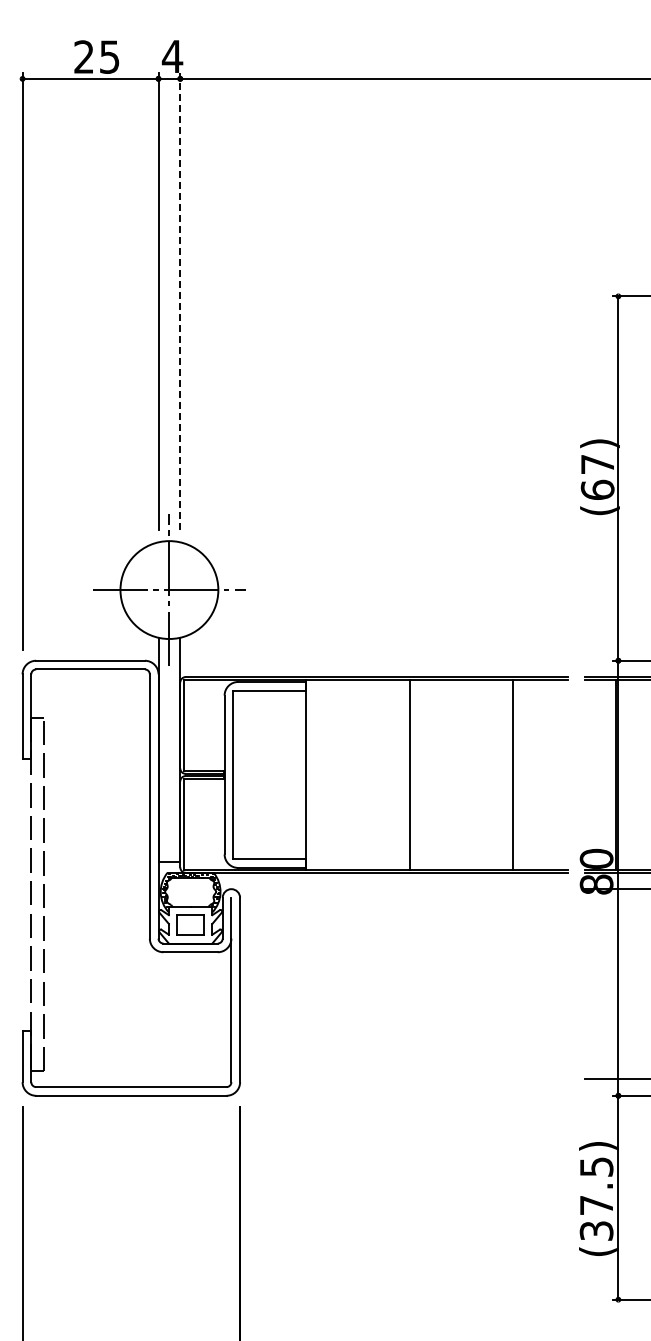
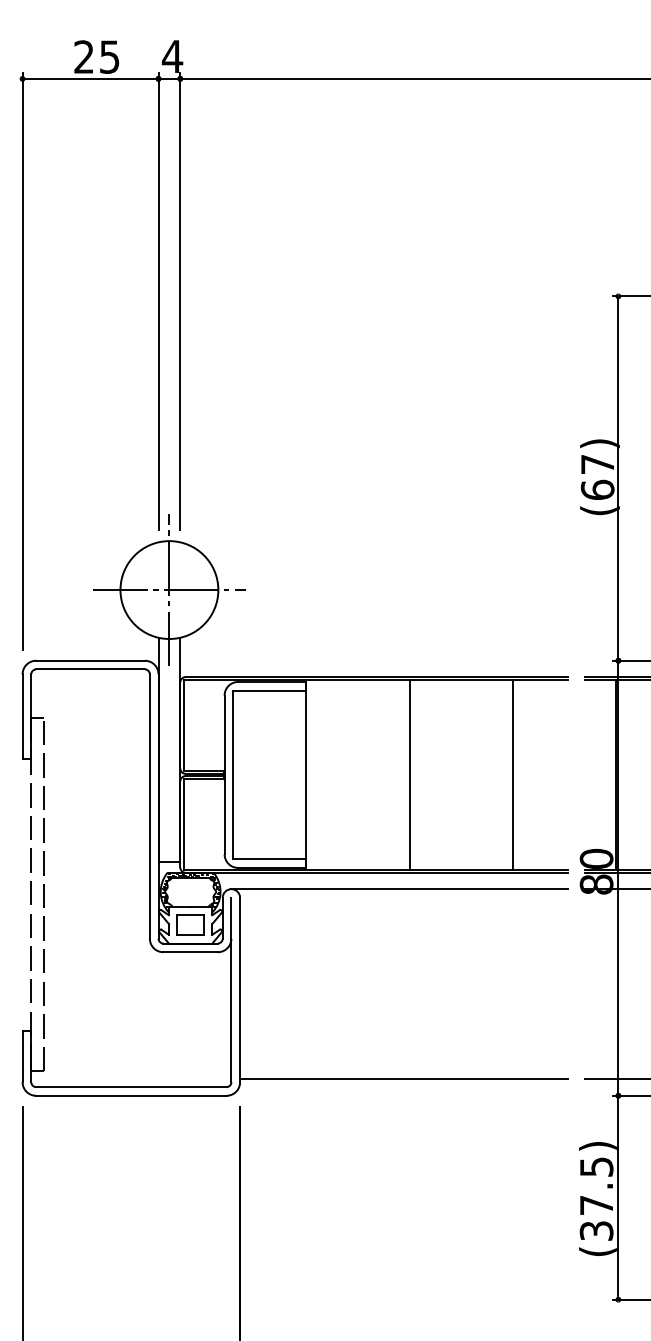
line at (180, 301): dashed -> solid
line at (399, 889): none -> present
line at (404, 1079): none -> present
